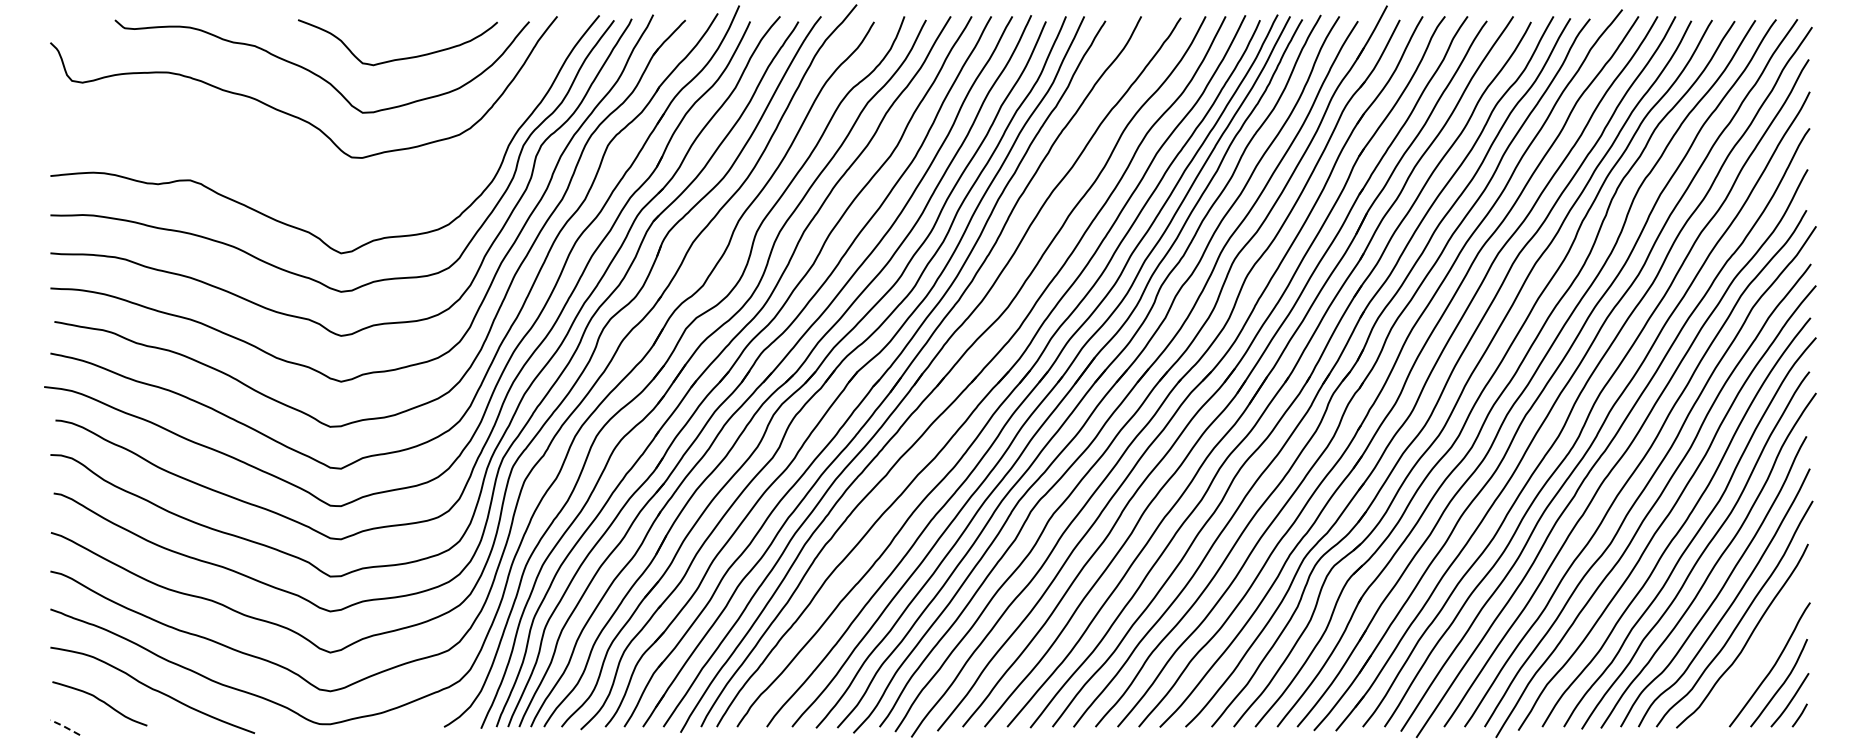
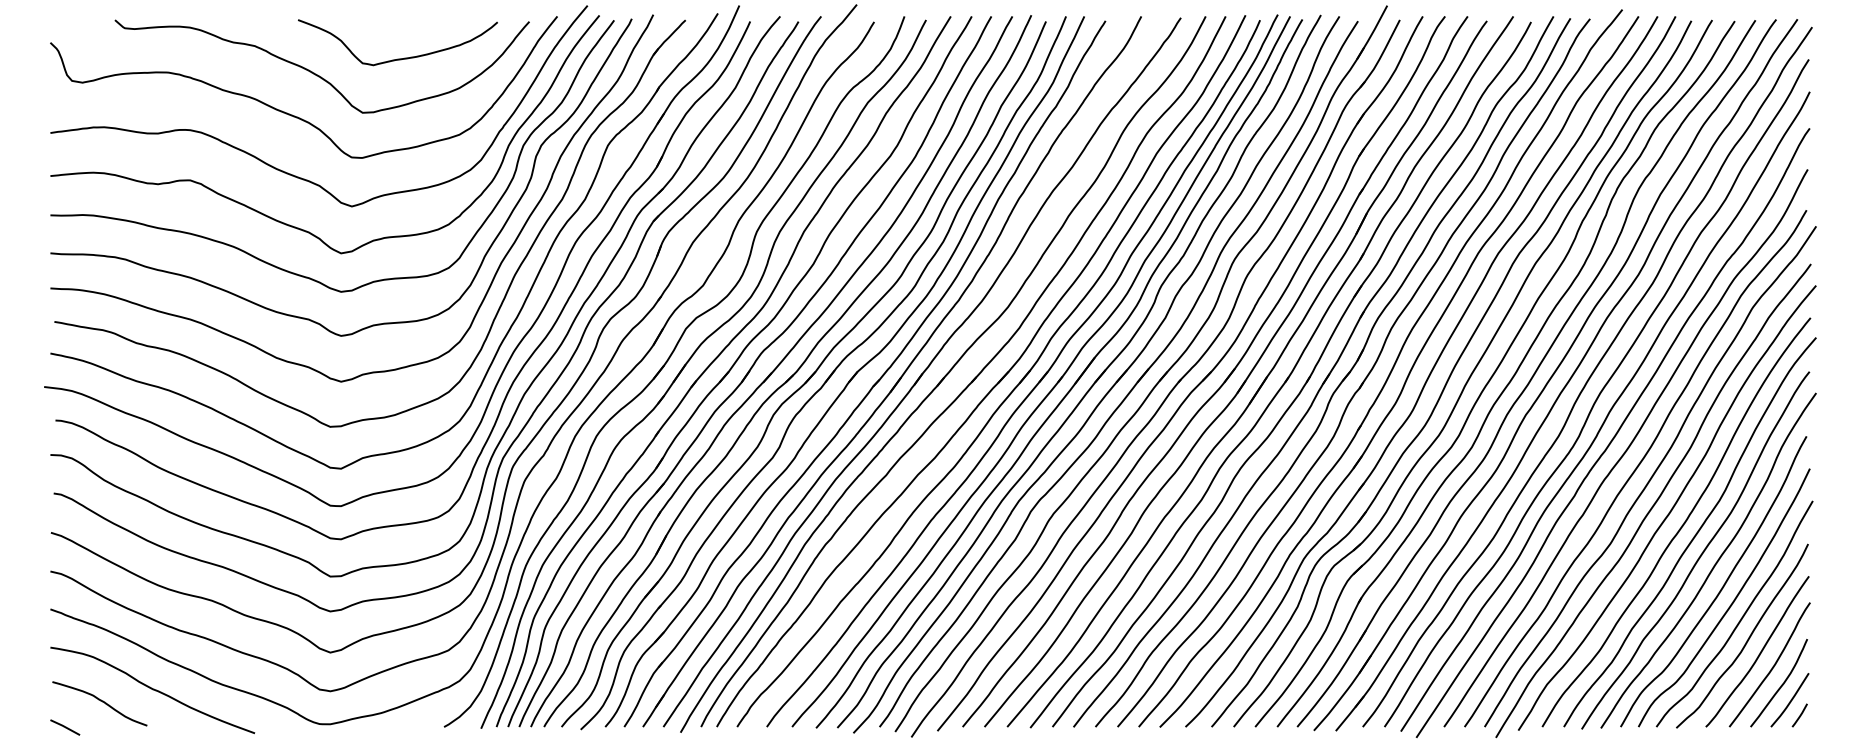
curve at (293, 174): none -> present
curve at (1759, 652): none -> present
line at (64, 726): dashed -> solid
